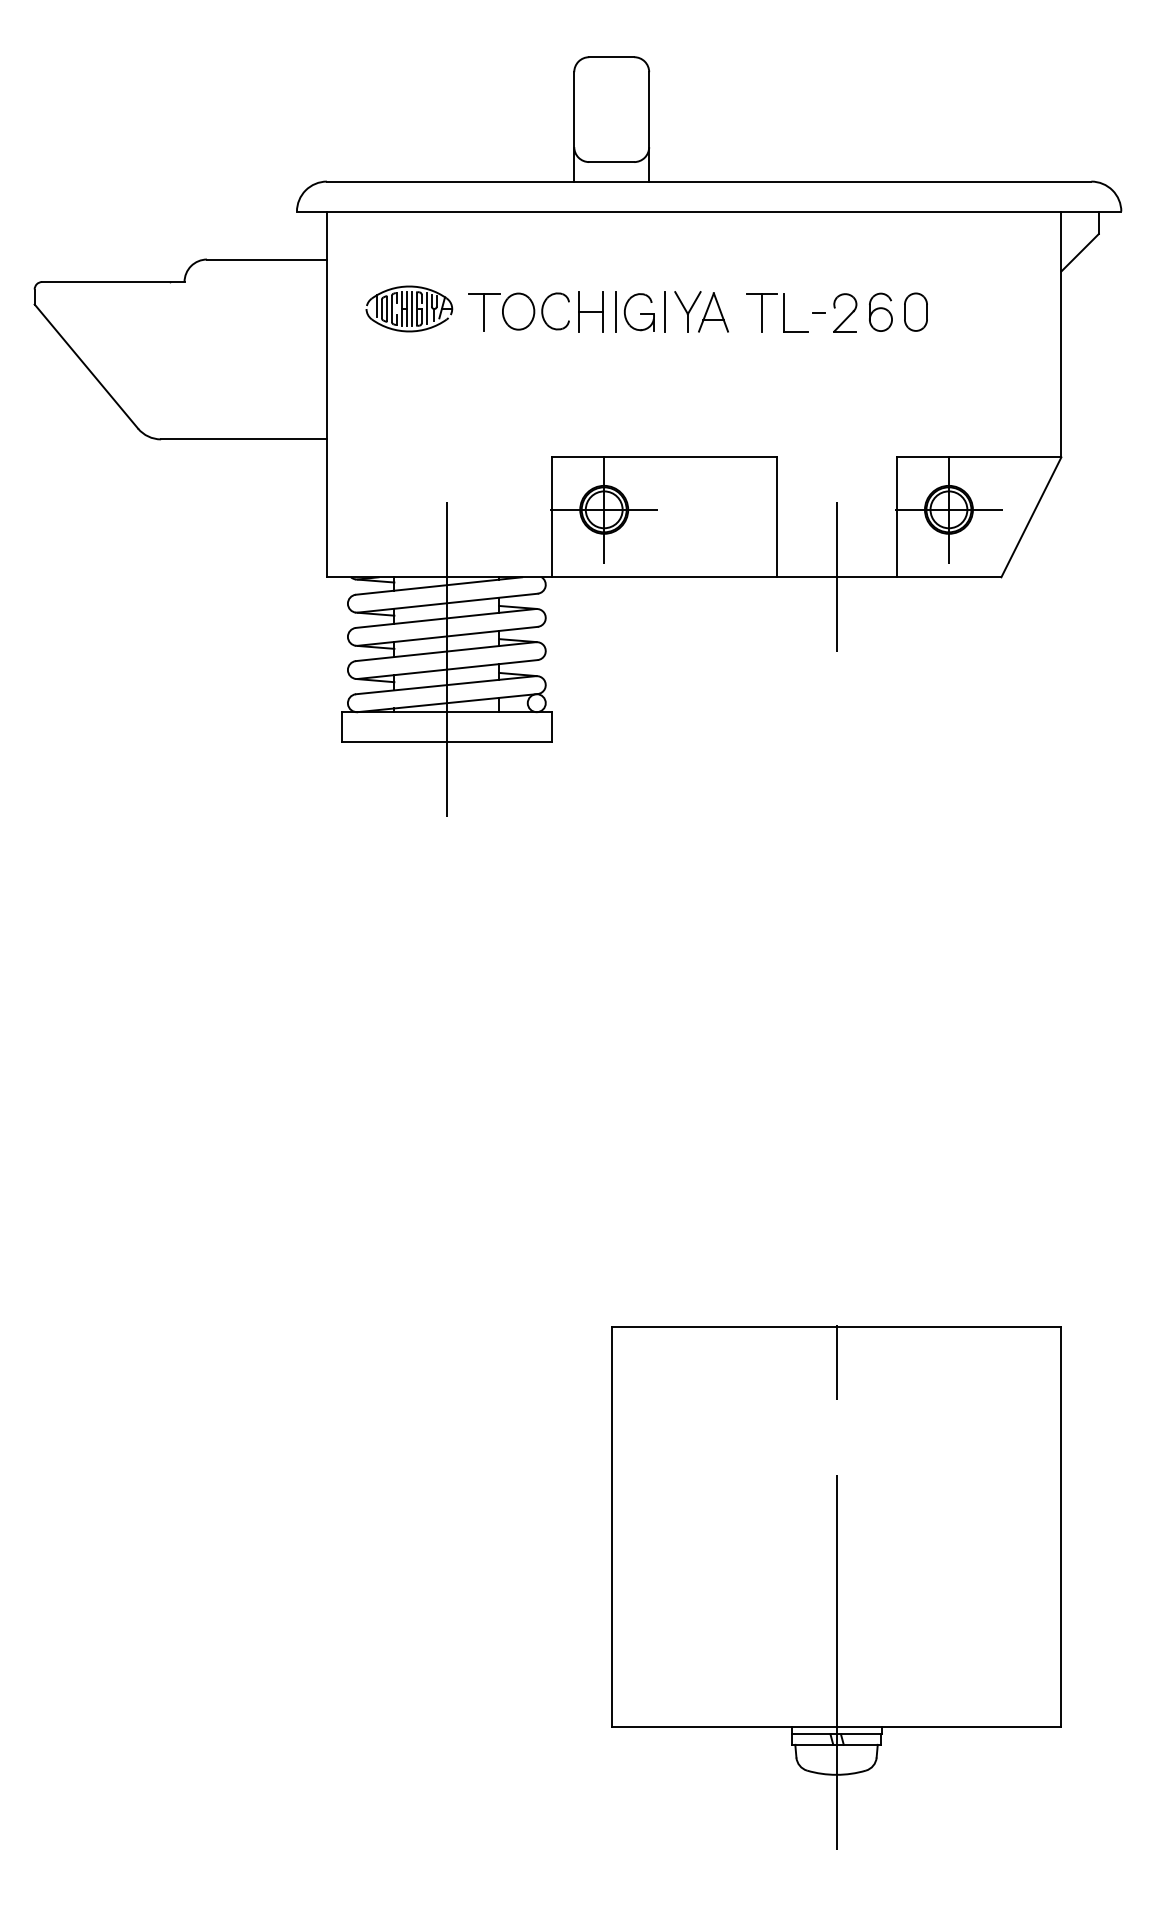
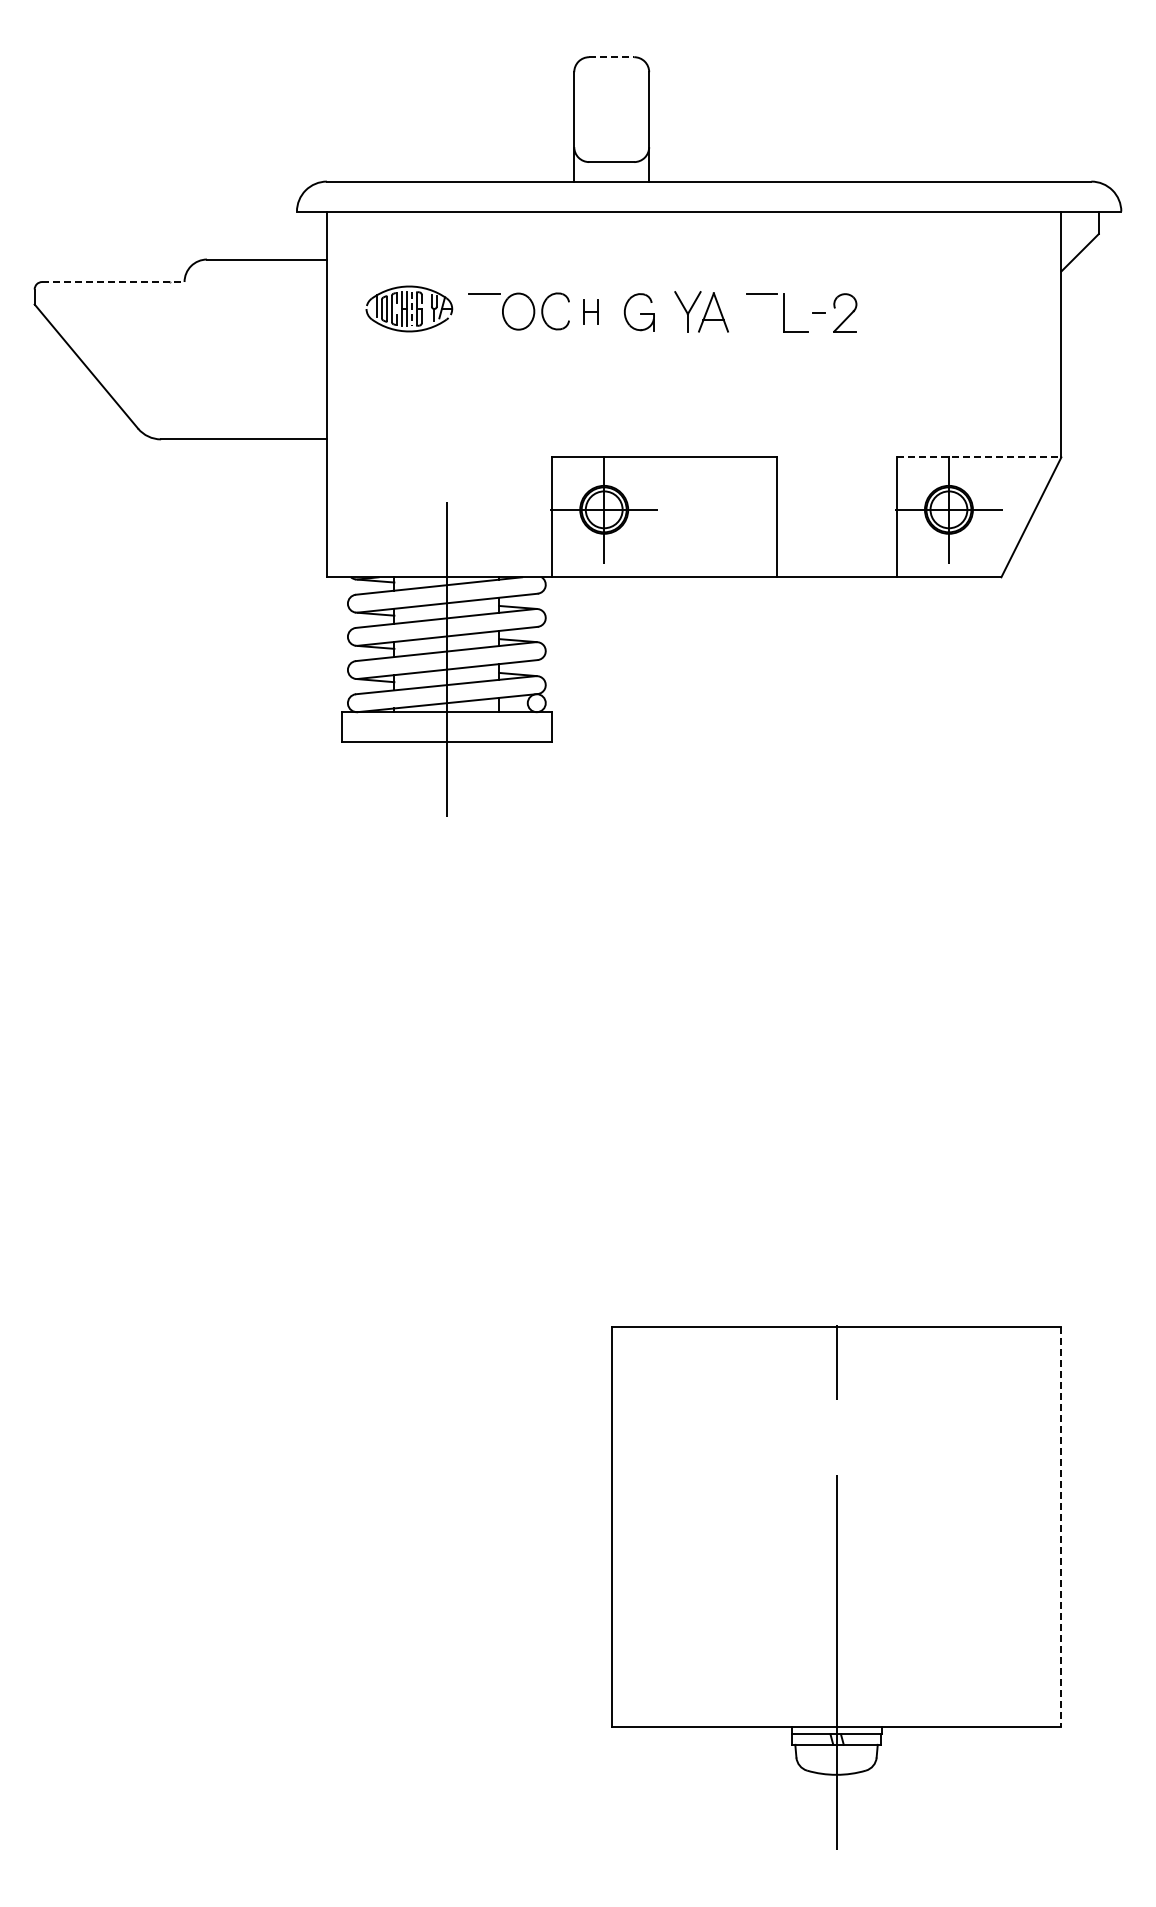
line at (612, 57): solid -> dashed
line at (113, 282): solid -> dashed
line at (426, 307): present -> none
line at (411, 309): solid -> dashed
part at (590, 311) size: 26x42 px -> 16x26 px
line at (615, 311): present -> none
line at (664, 311): present -> none
part at (880, 311): present -> none
part at (915, 311): present -> none
line at (484, 312): present -> none
line at (761, 312): present -> none
line at (979, 457): solid -> dashed
line at (836, 577): present -> none
line at (1061, 1527): solid -> dashed
